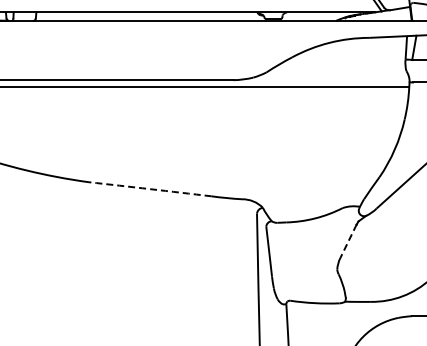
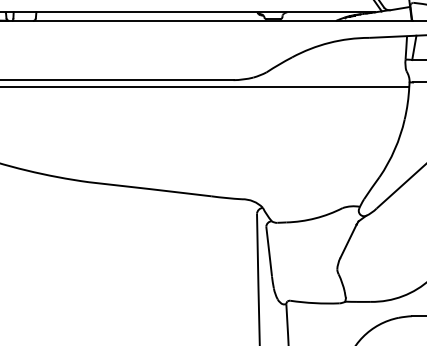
arc at (150, 189): dashed -> solid
line at (348, 241): dashed -> solid
